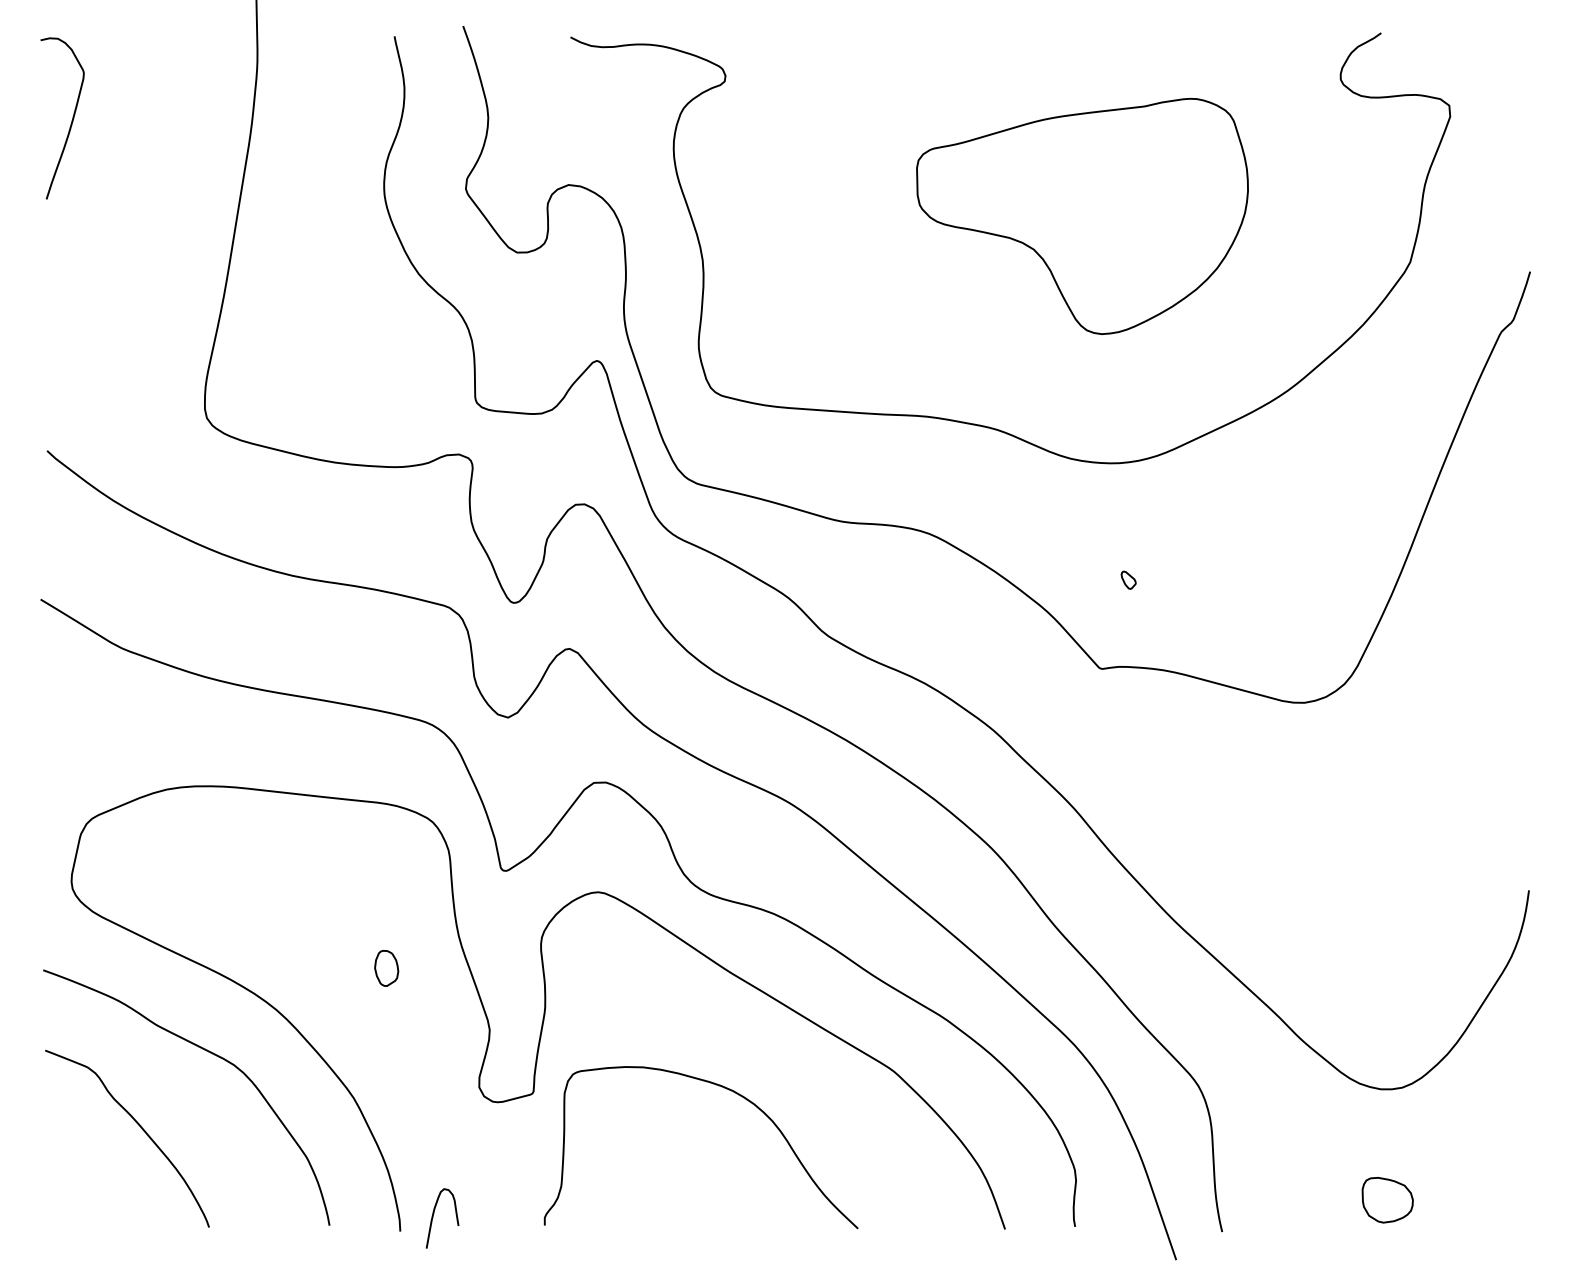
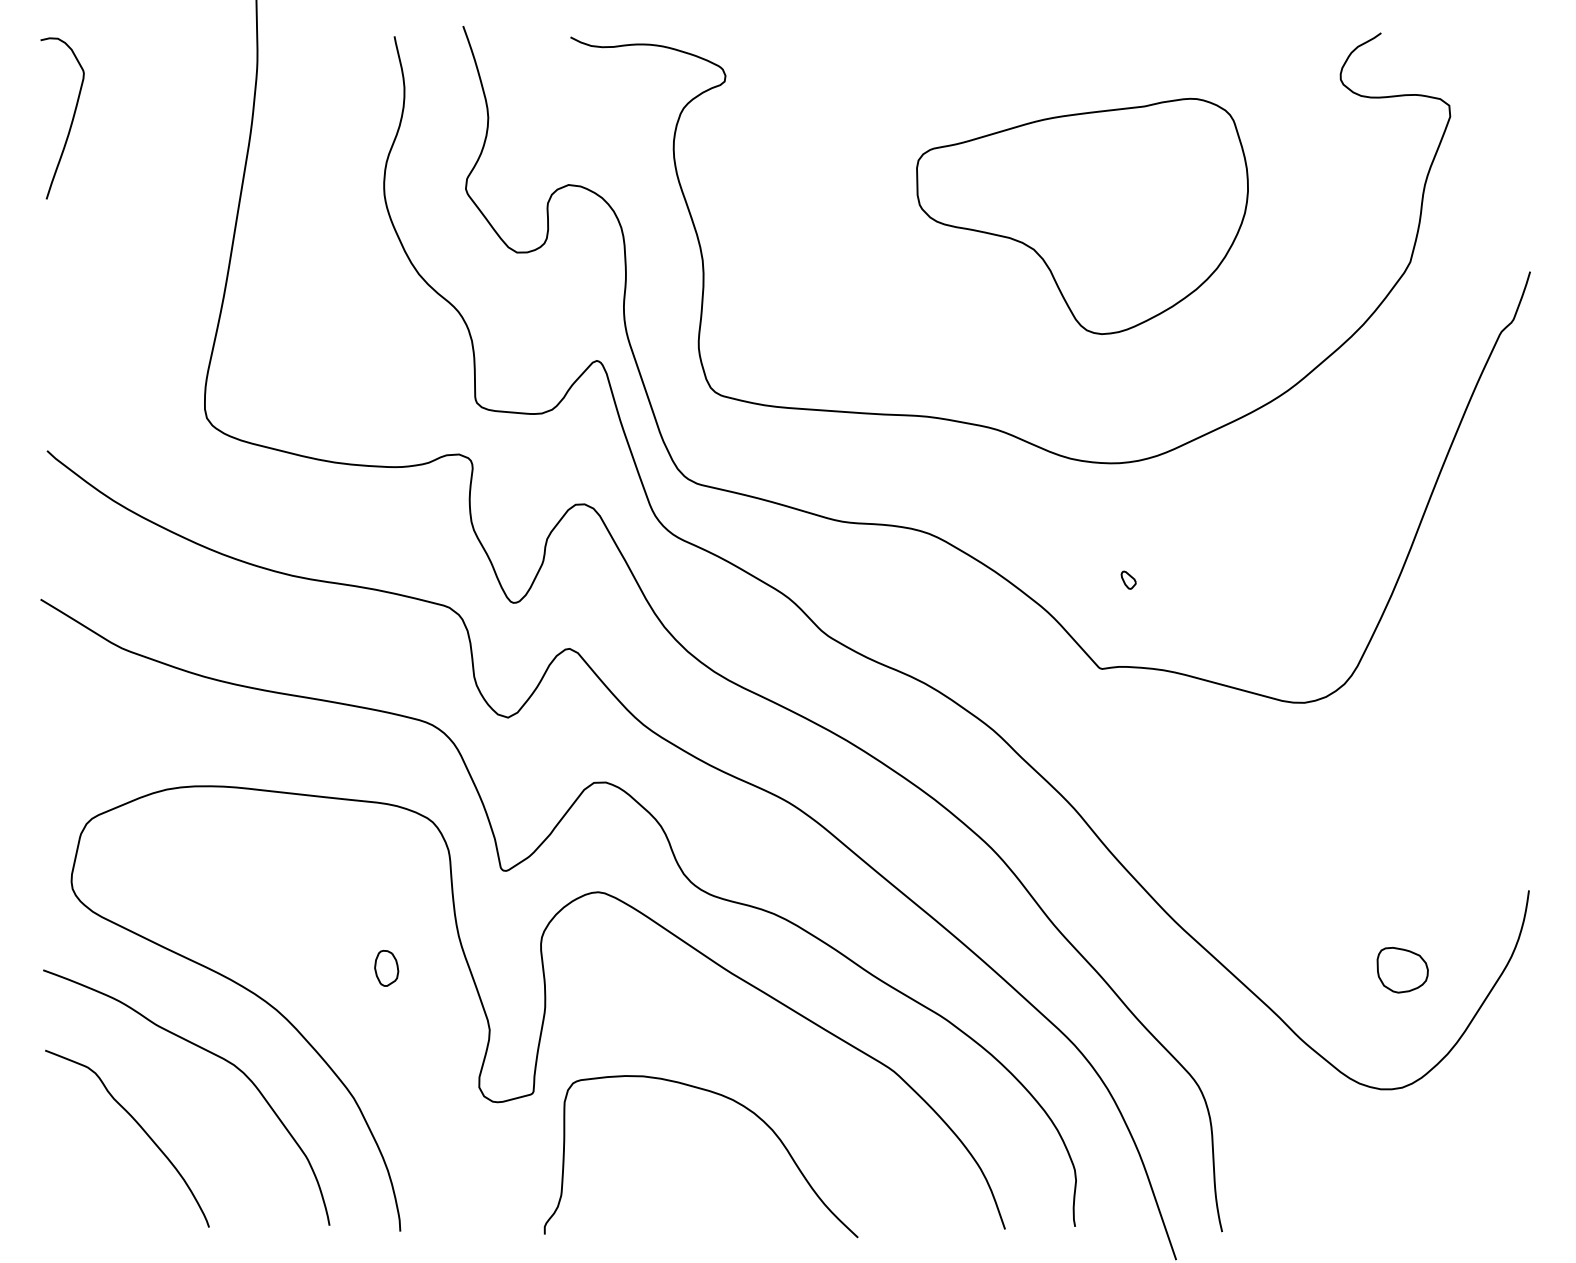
curve at (728, 1090) position: (728, 1090) -> (728, 1099)
part at (1387, 1200) position: (1387, 1200) -> (1402, 970)
curve at (433, 1218): present -> none
